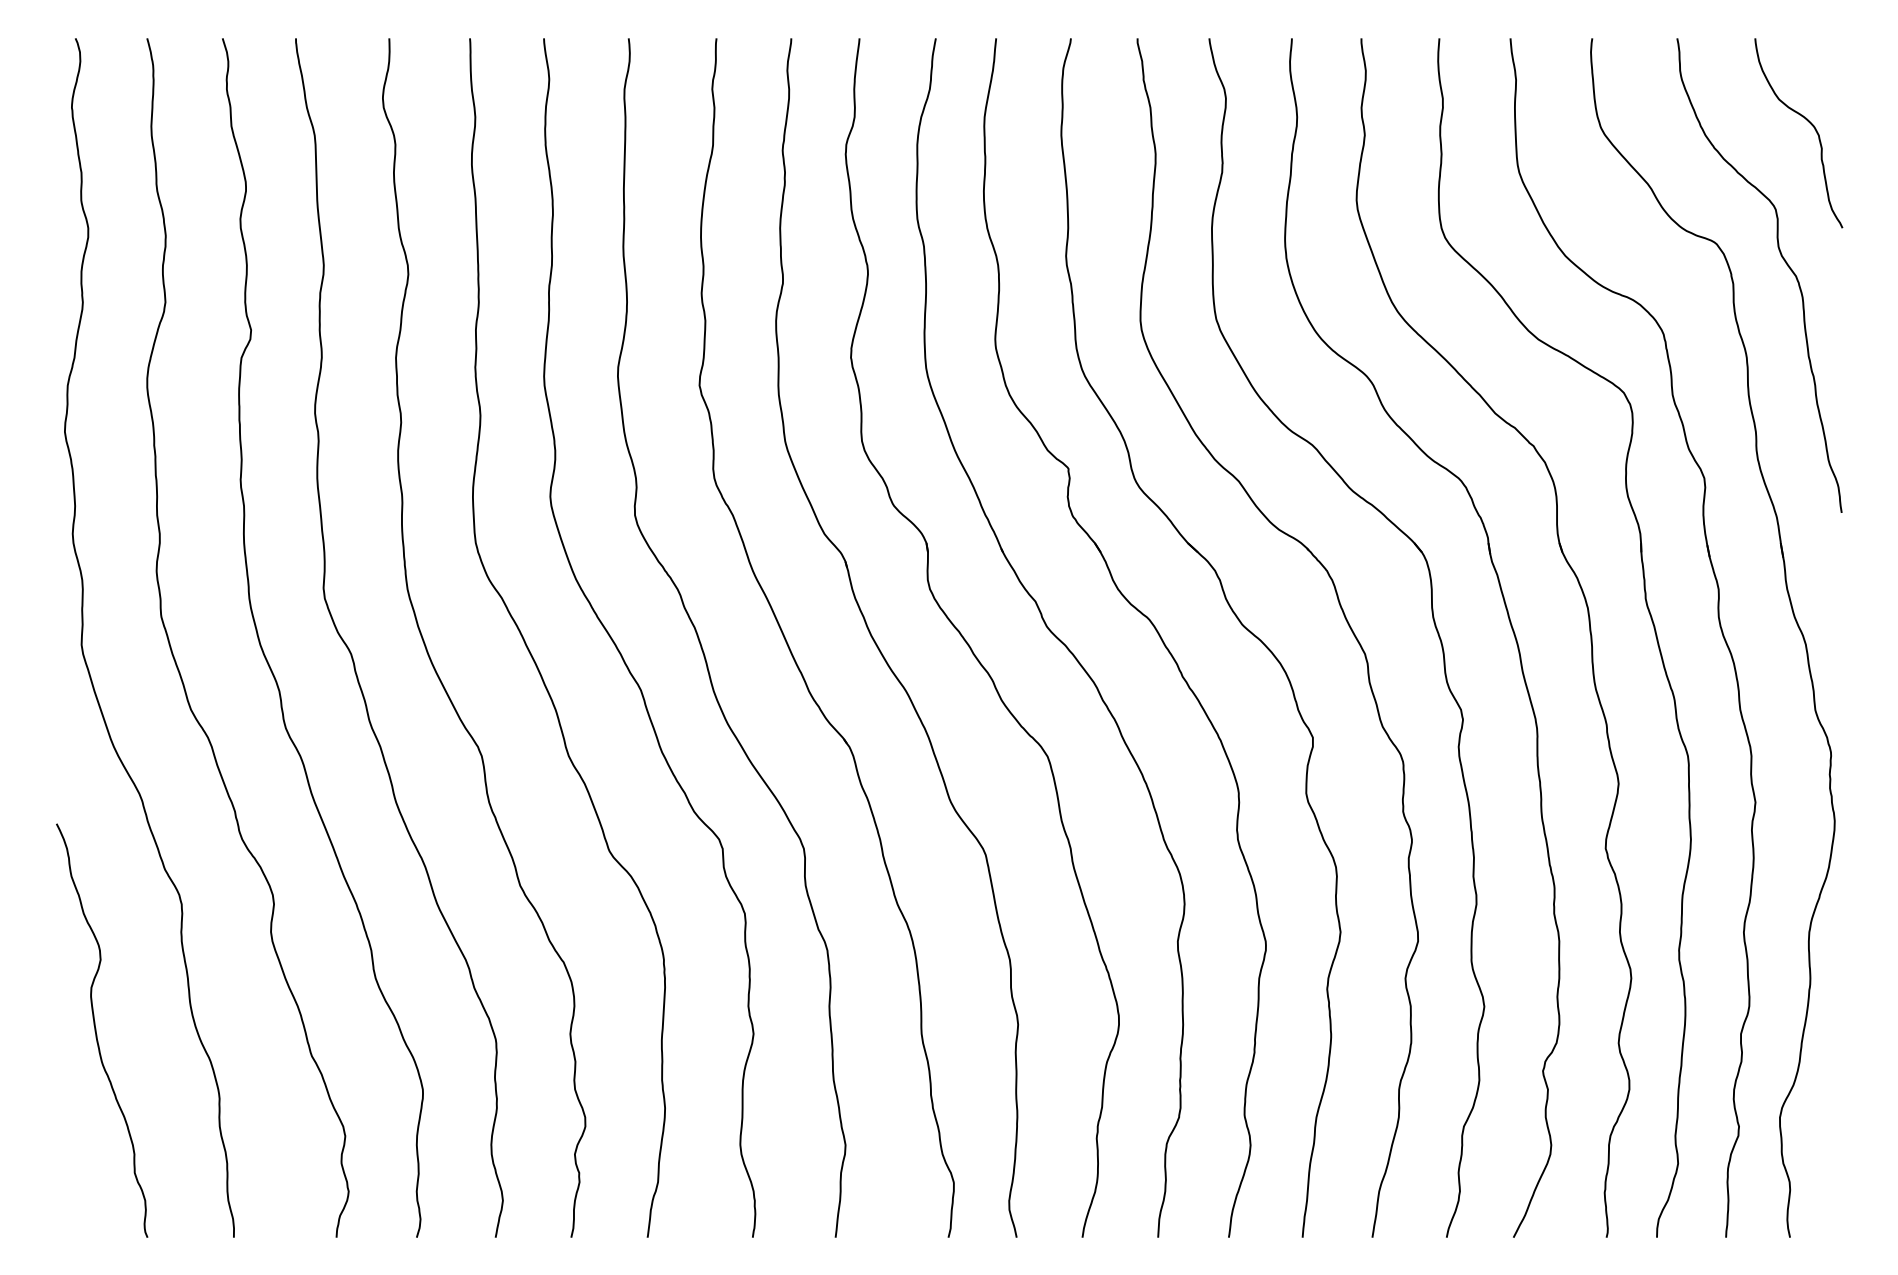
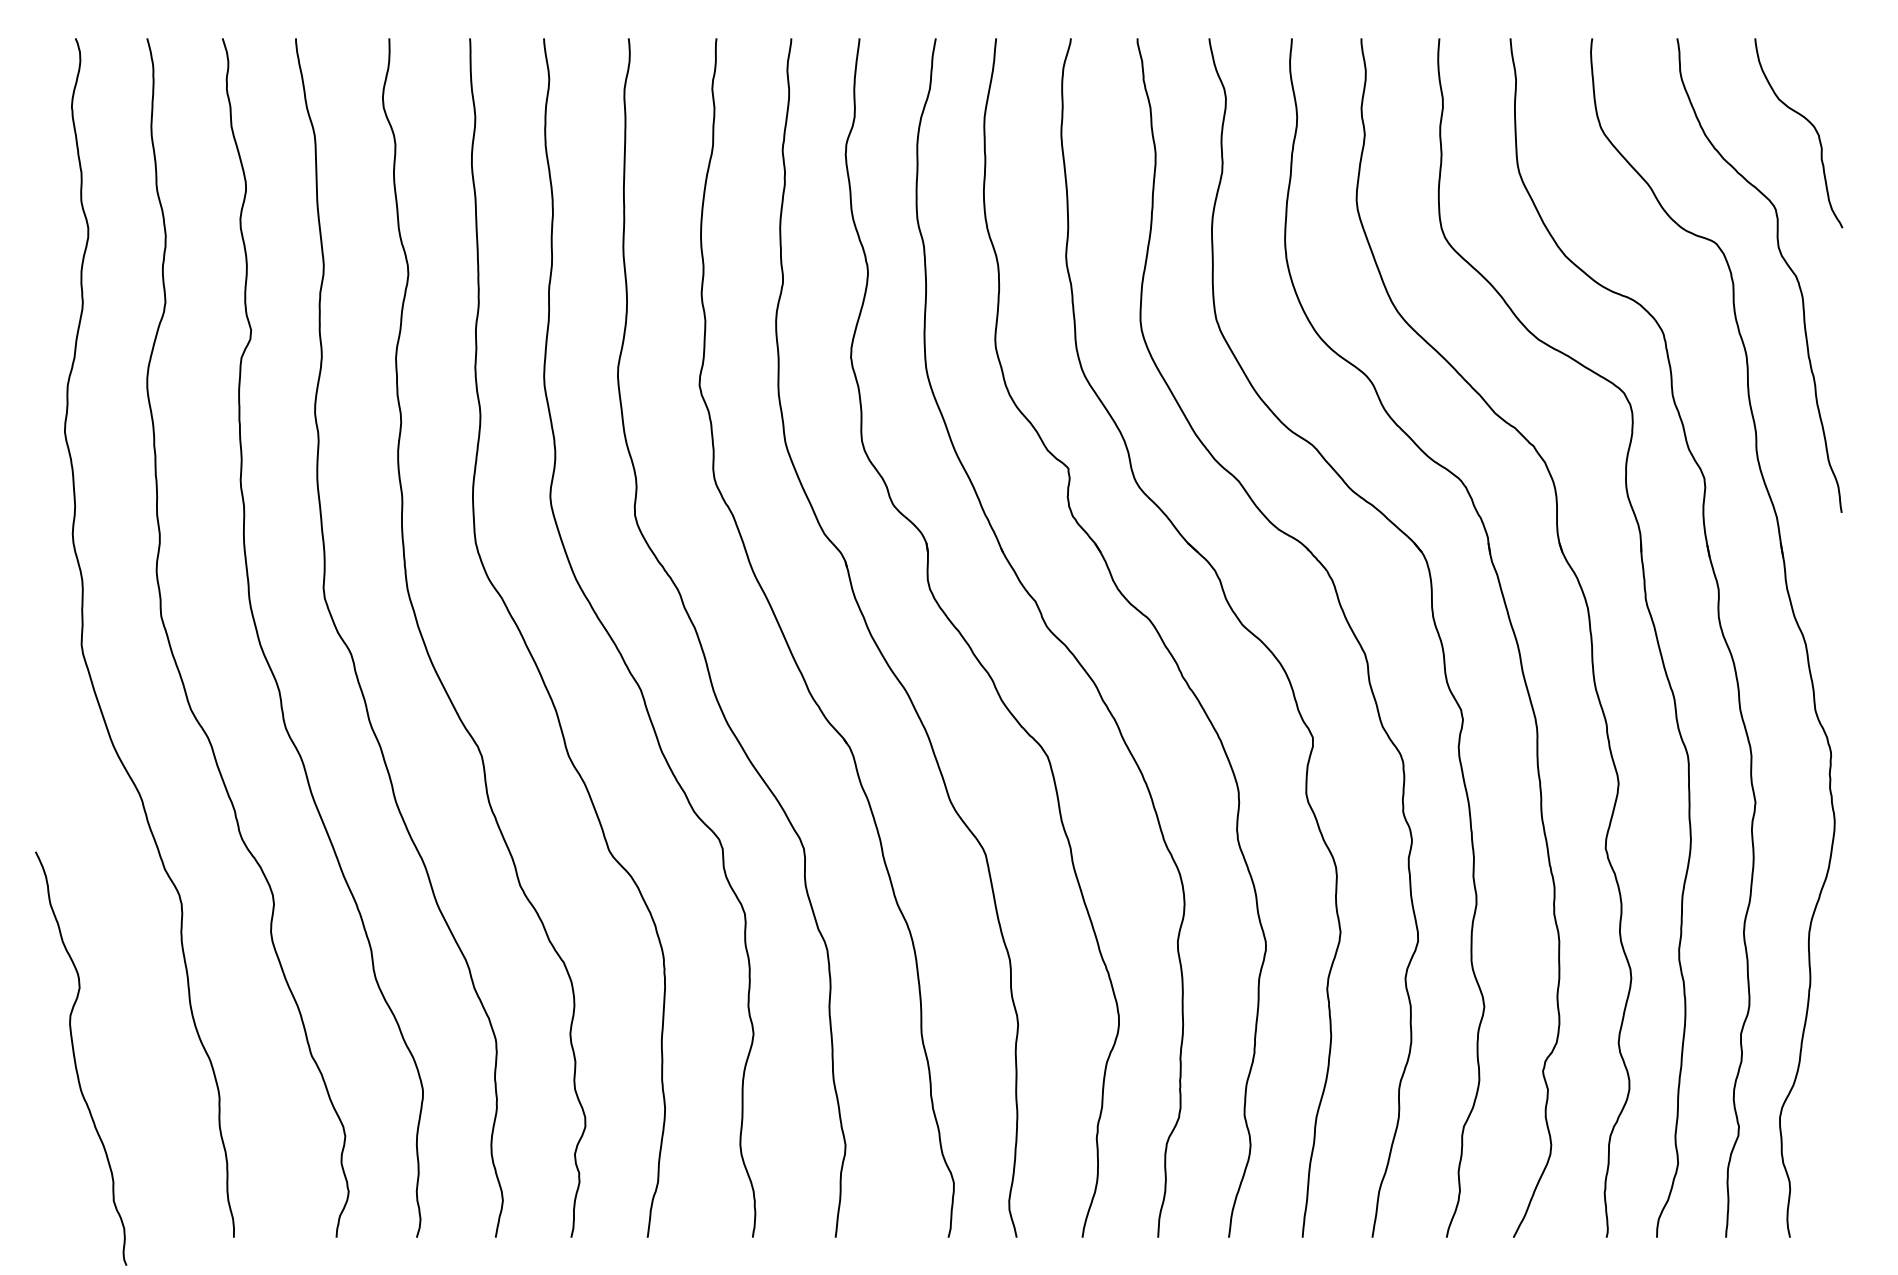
curve at (96, 1030) position: (96, 1030) -> (75, 1058)
